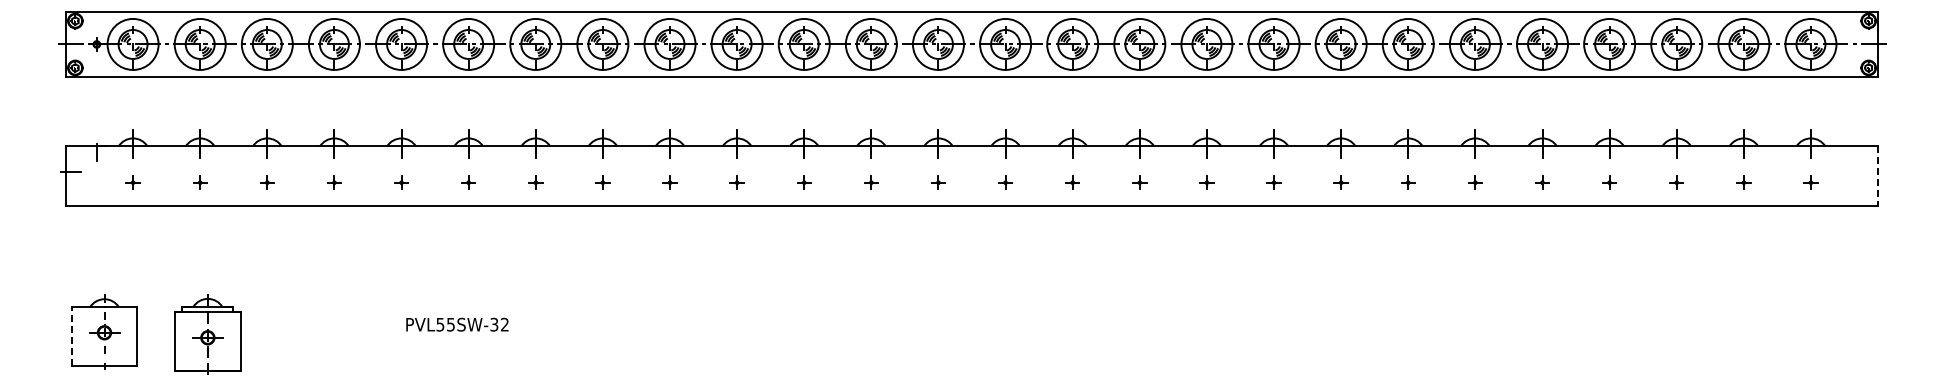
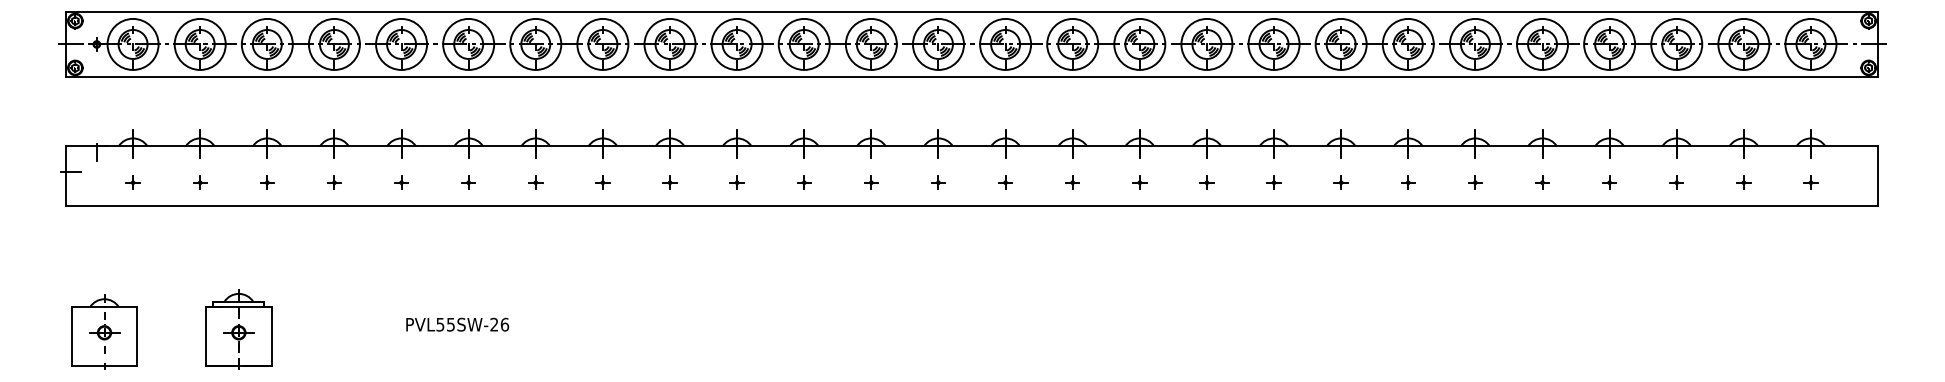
line at (1878, 176): dashed -> solid
text at (499, 324): PVL55SW-32 -> PVL55SW-26
part at (207, 334) position: (207, 334) -> (238, 329)
line at (71, 336): dashed -> solid
